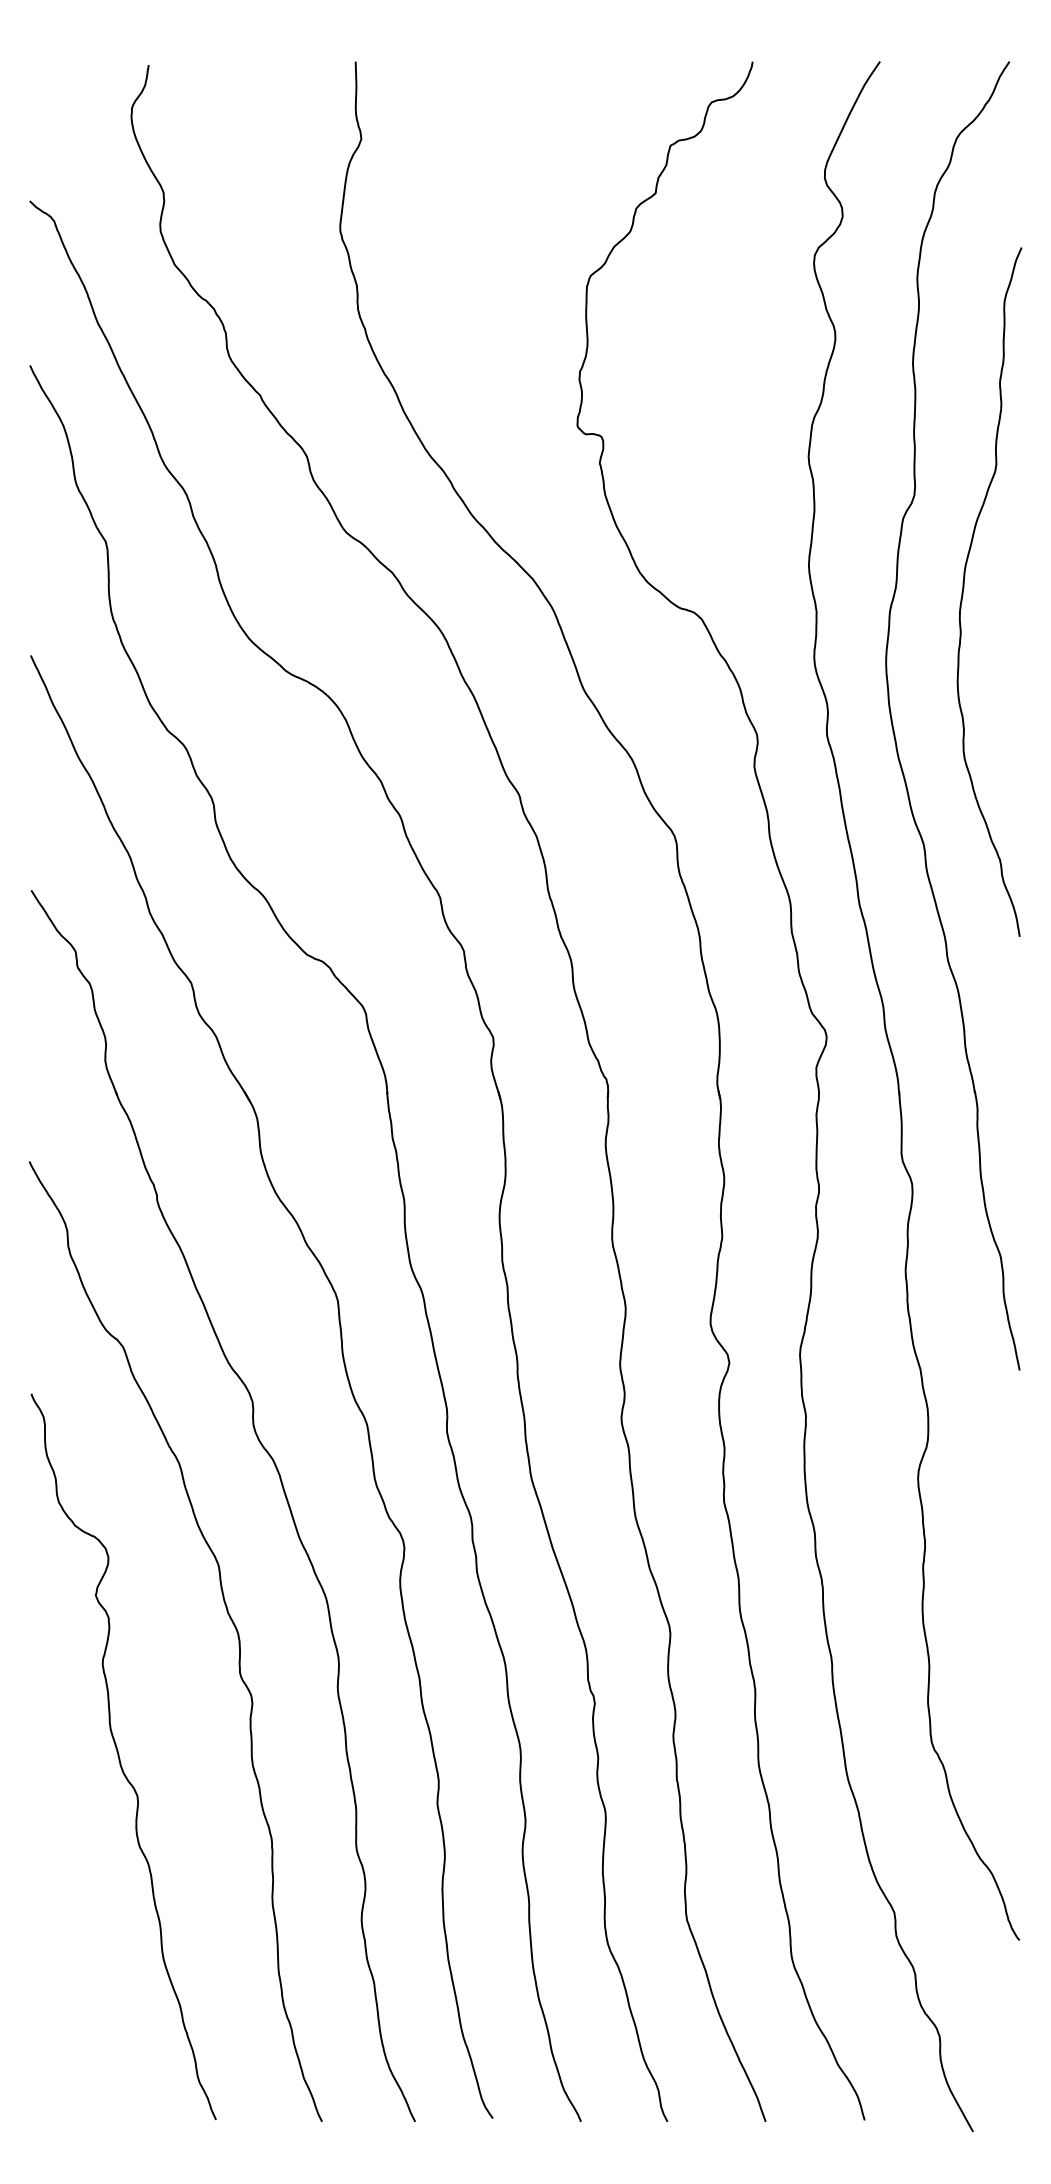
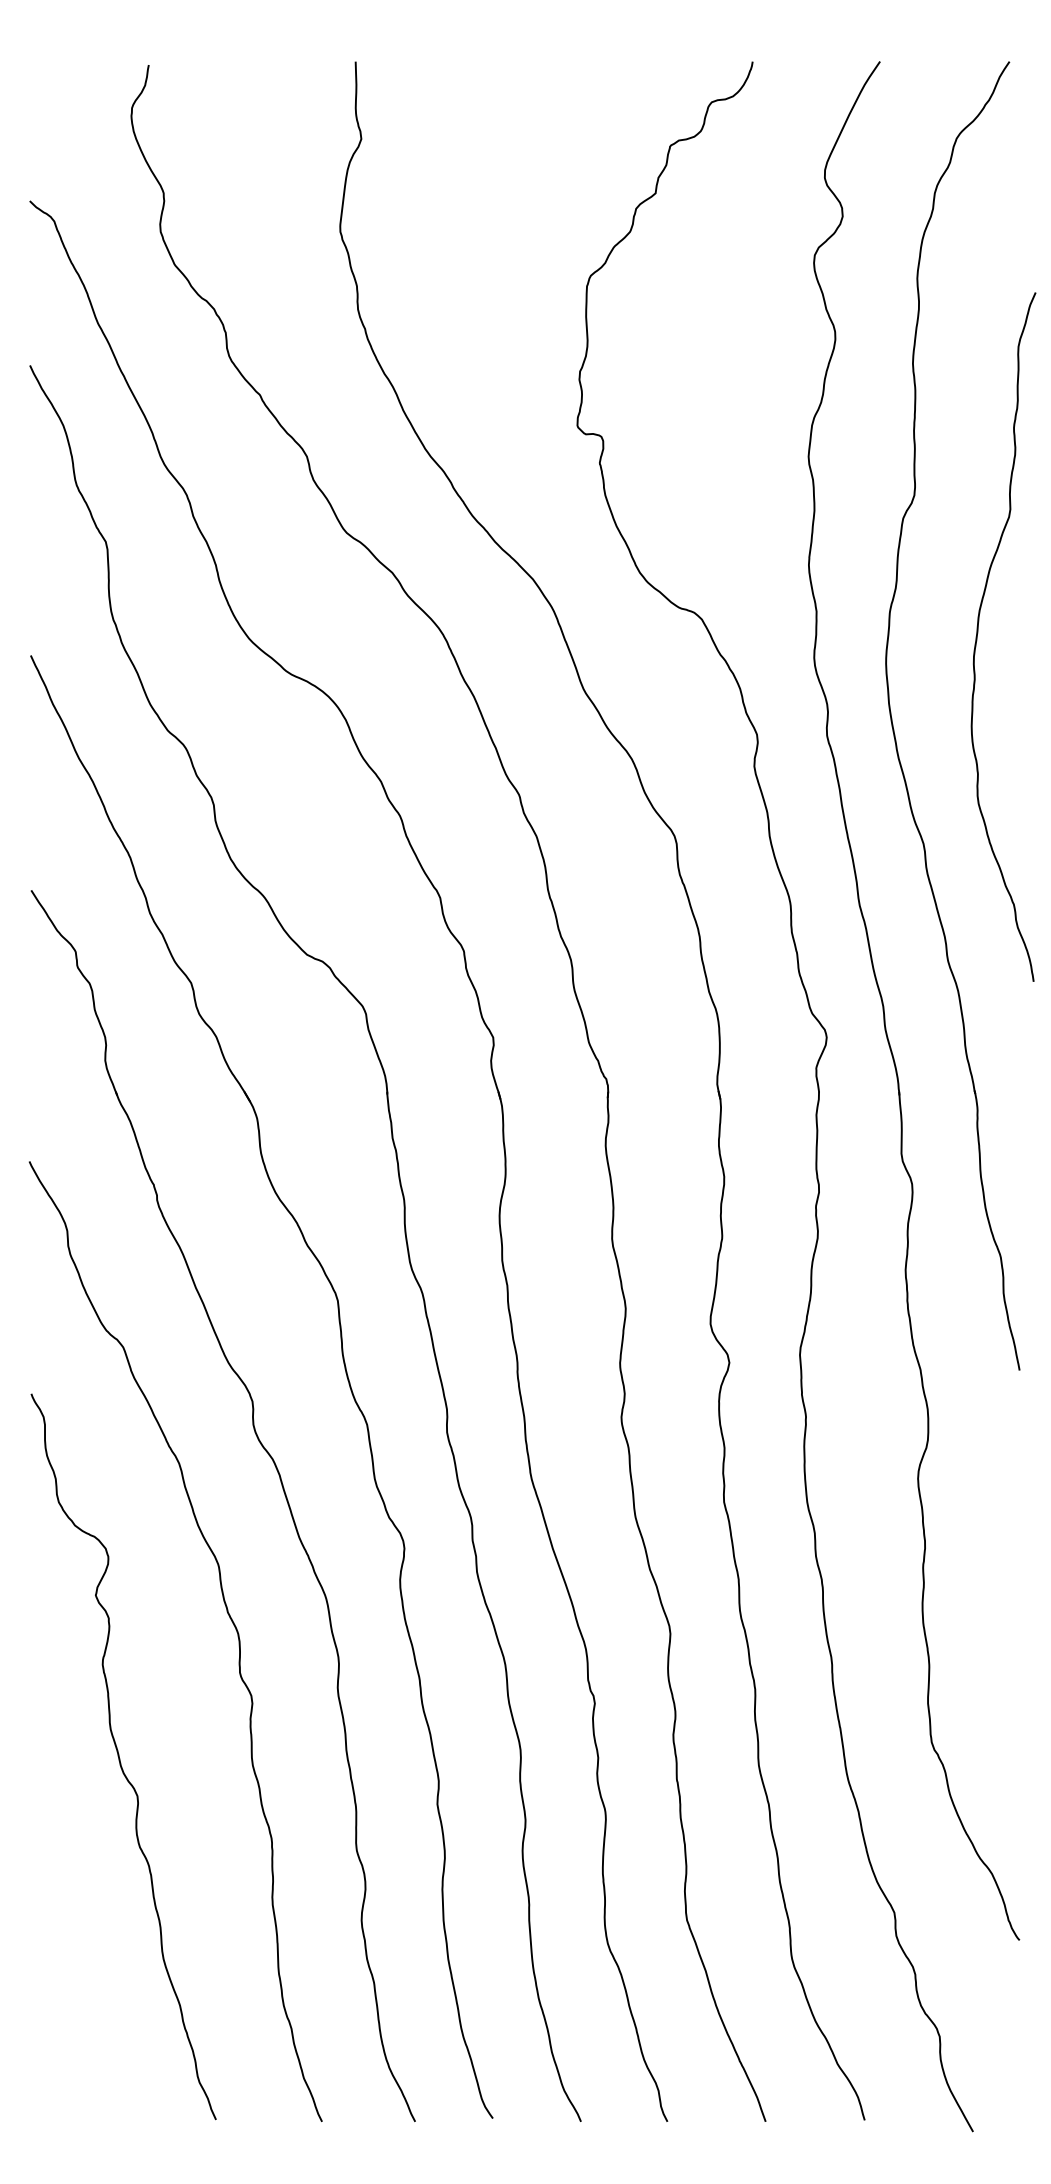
curve at (964, 588) position: (964, 588) -> (978, 633)
